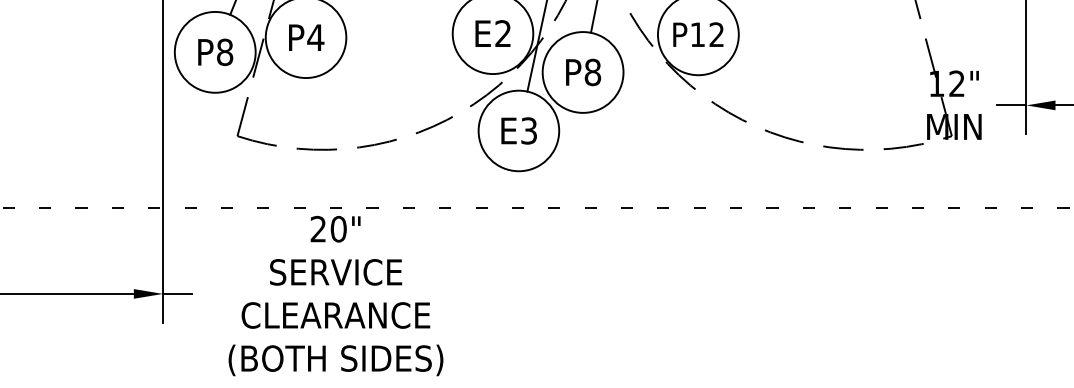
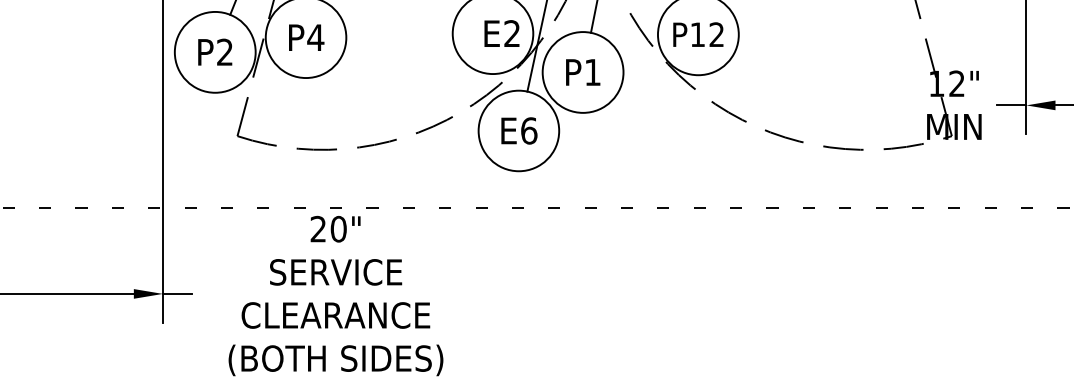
text at (492, 33) position: (492, 33) -> (501, 33)
text at (225, 52): P8 -> P2
text at (592, 72): P8 -> P1
text at (529, 130): E3 -> E6
